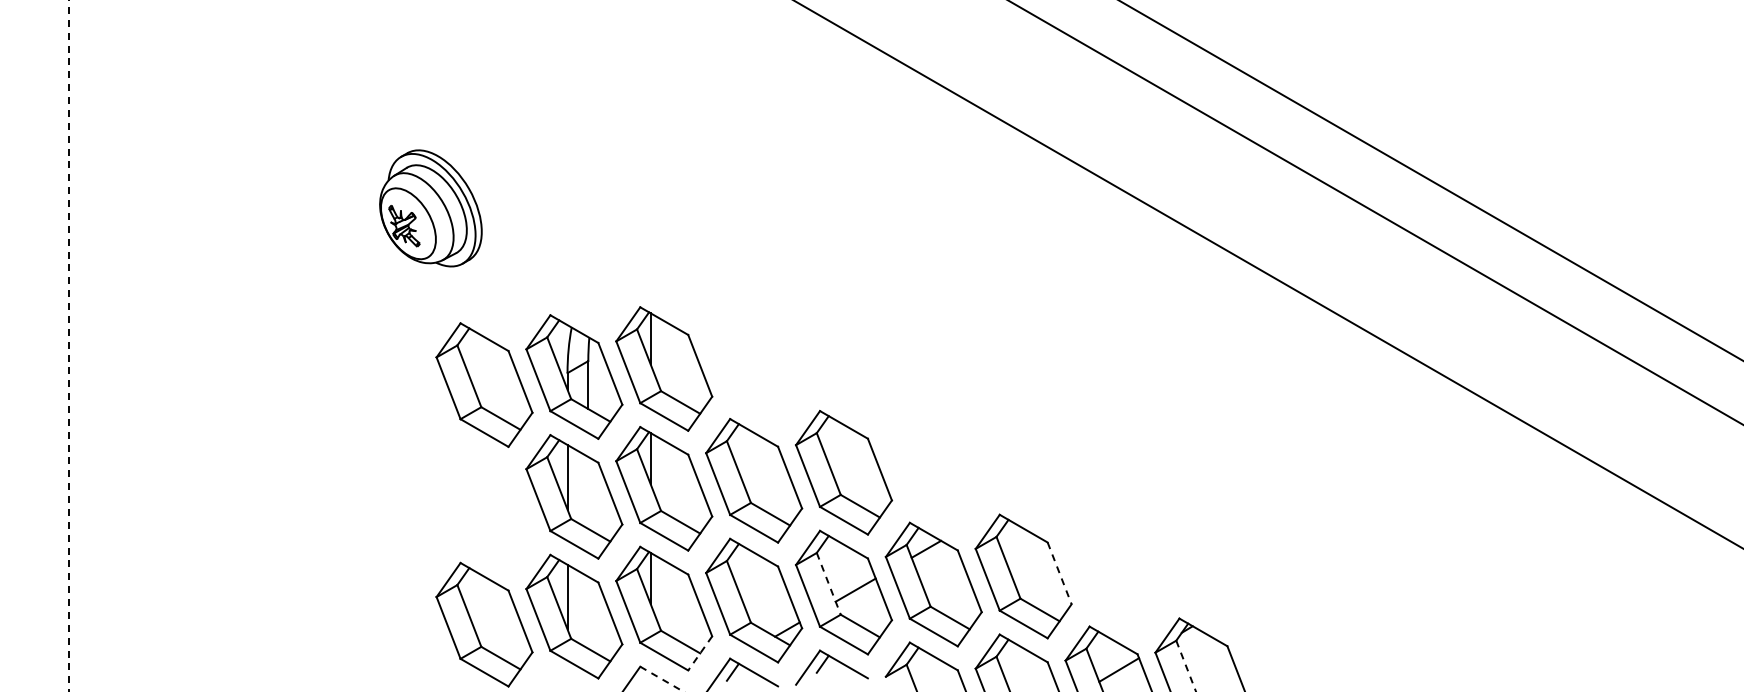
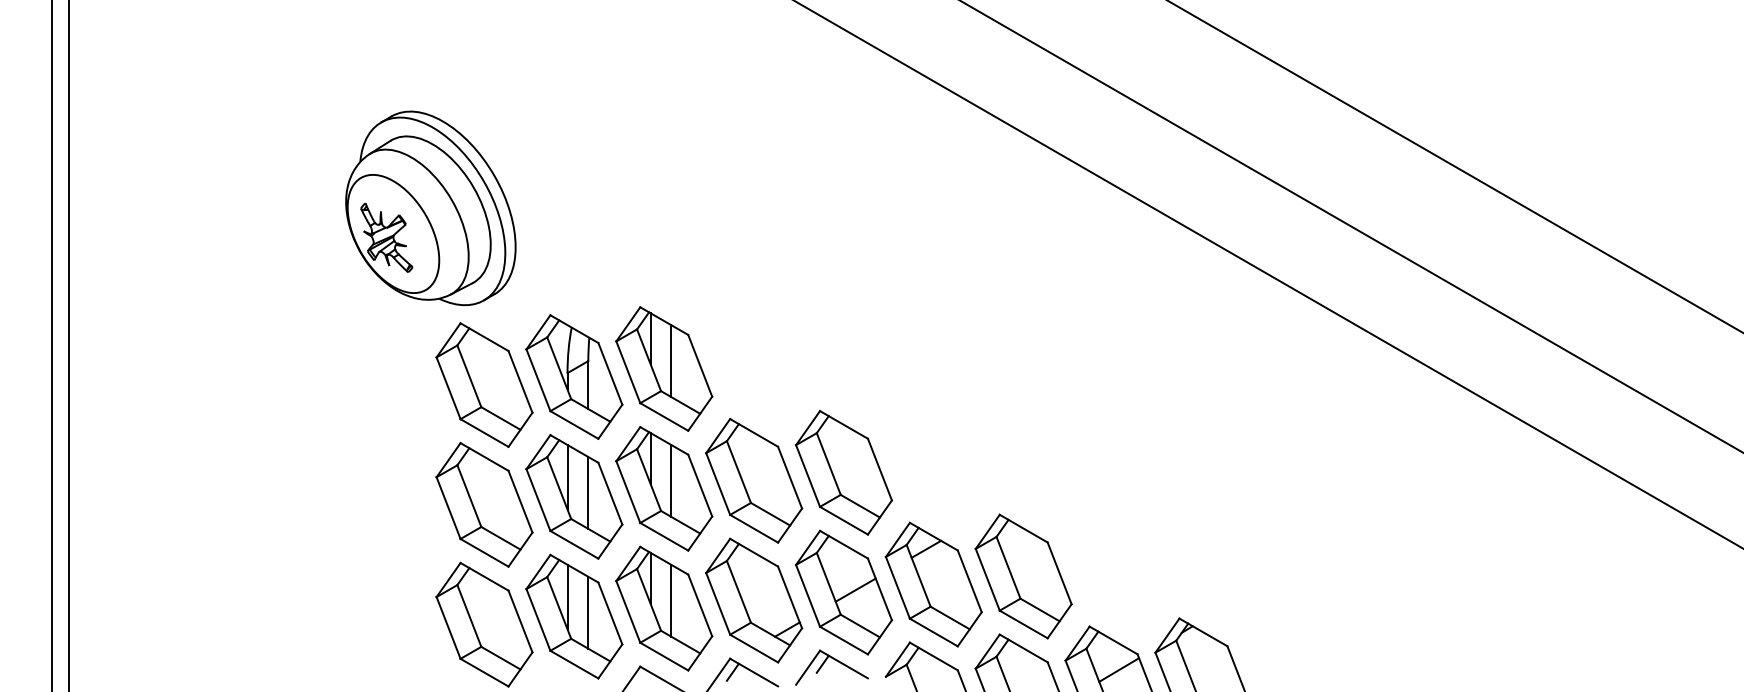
line at (1431, 180) position: (1431, 180) -> (1455, 166)
part at (430, 208) size: 104x119 px -> 172x197 px
line at (1375, 212) position: (1375, 212) -> (1351, 226)
line at (52, 345): none -> present
line at (69, 346): dashed -> solid
line at (671, 361): none -> present
line at (671, 480): none -> present
line at (588, 492): none -> present
part at (484, 504): none -> present
line at (1059, 573): dashed -> solid
line at (828, 584): dashed -> solid
line at (671, 600): none -> present
line at (588, 612): none -> present
line at (700, 653): dashed -> solid
line at (1186, 666): dashed -> solid
line at (662, 679): dashed -> solid
